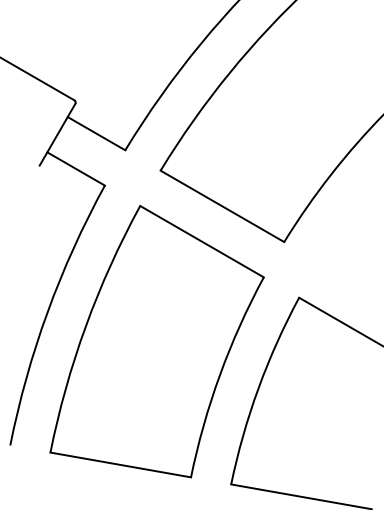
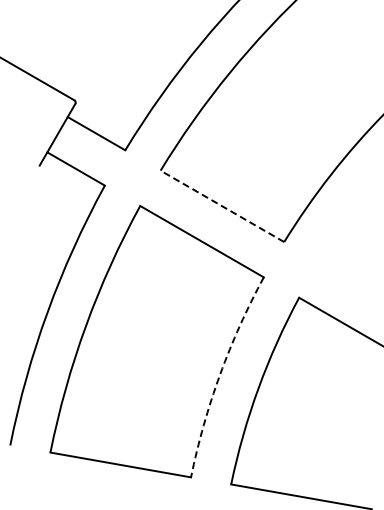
line at (221, 206): solid -> dashed
arc at (220, 374): solid -> dashed
